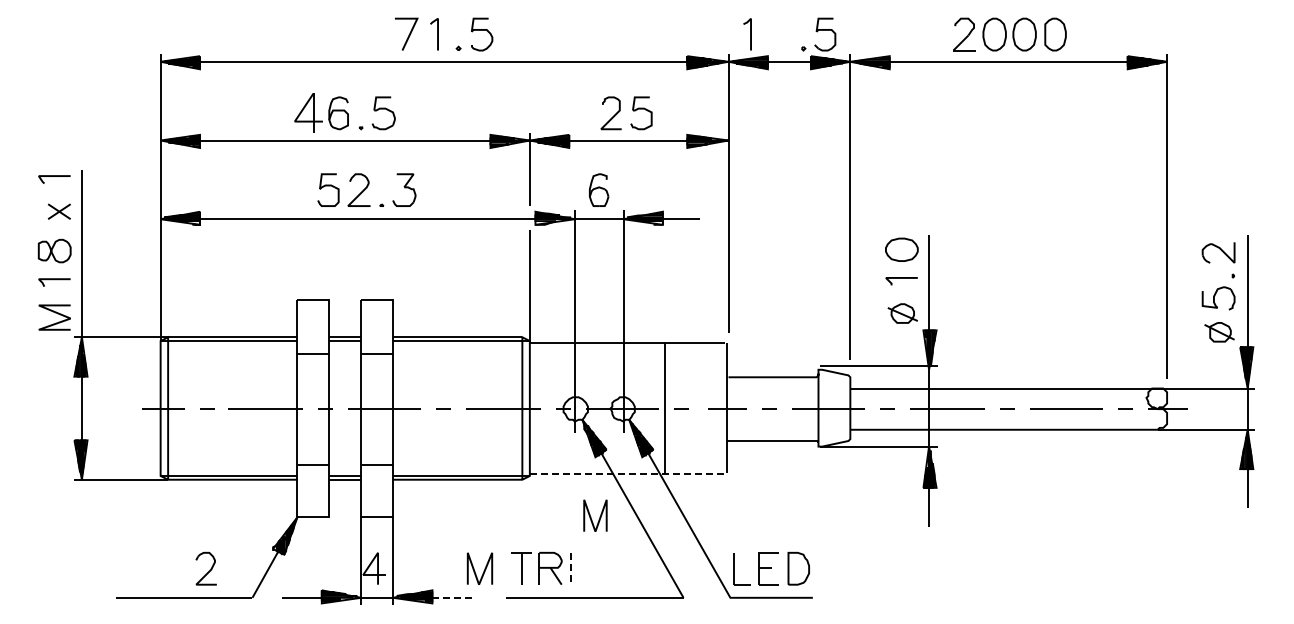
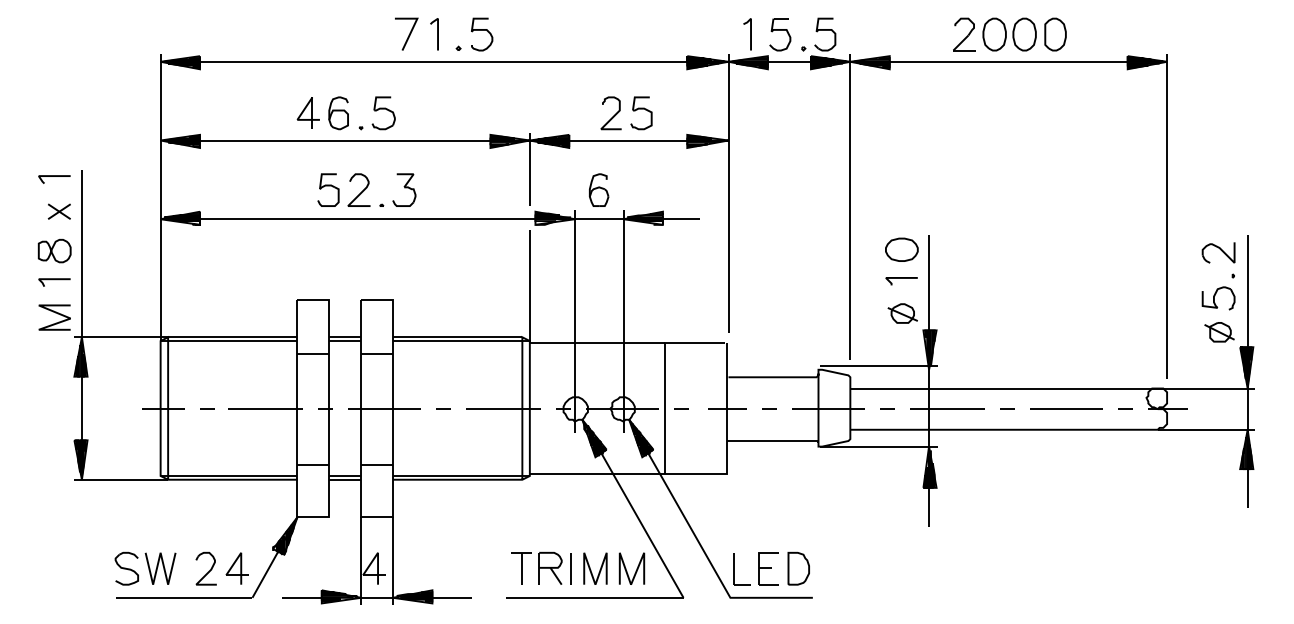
part at (780, 34): none -> present
part at (308, 112) size: 29x40 px -> 24x32 px
line at (632, 474): dashed -> solid
line at (591, 516) position: (591, 516) -> (591, 569)
part at (145, 568): none -> present
part at (236, 568): none -> present
line at (571, 568): dashed -> solid
line at (483, 570) position: (483, 570) -> (635, 570)
line at (452, 597): dashed -> solid
